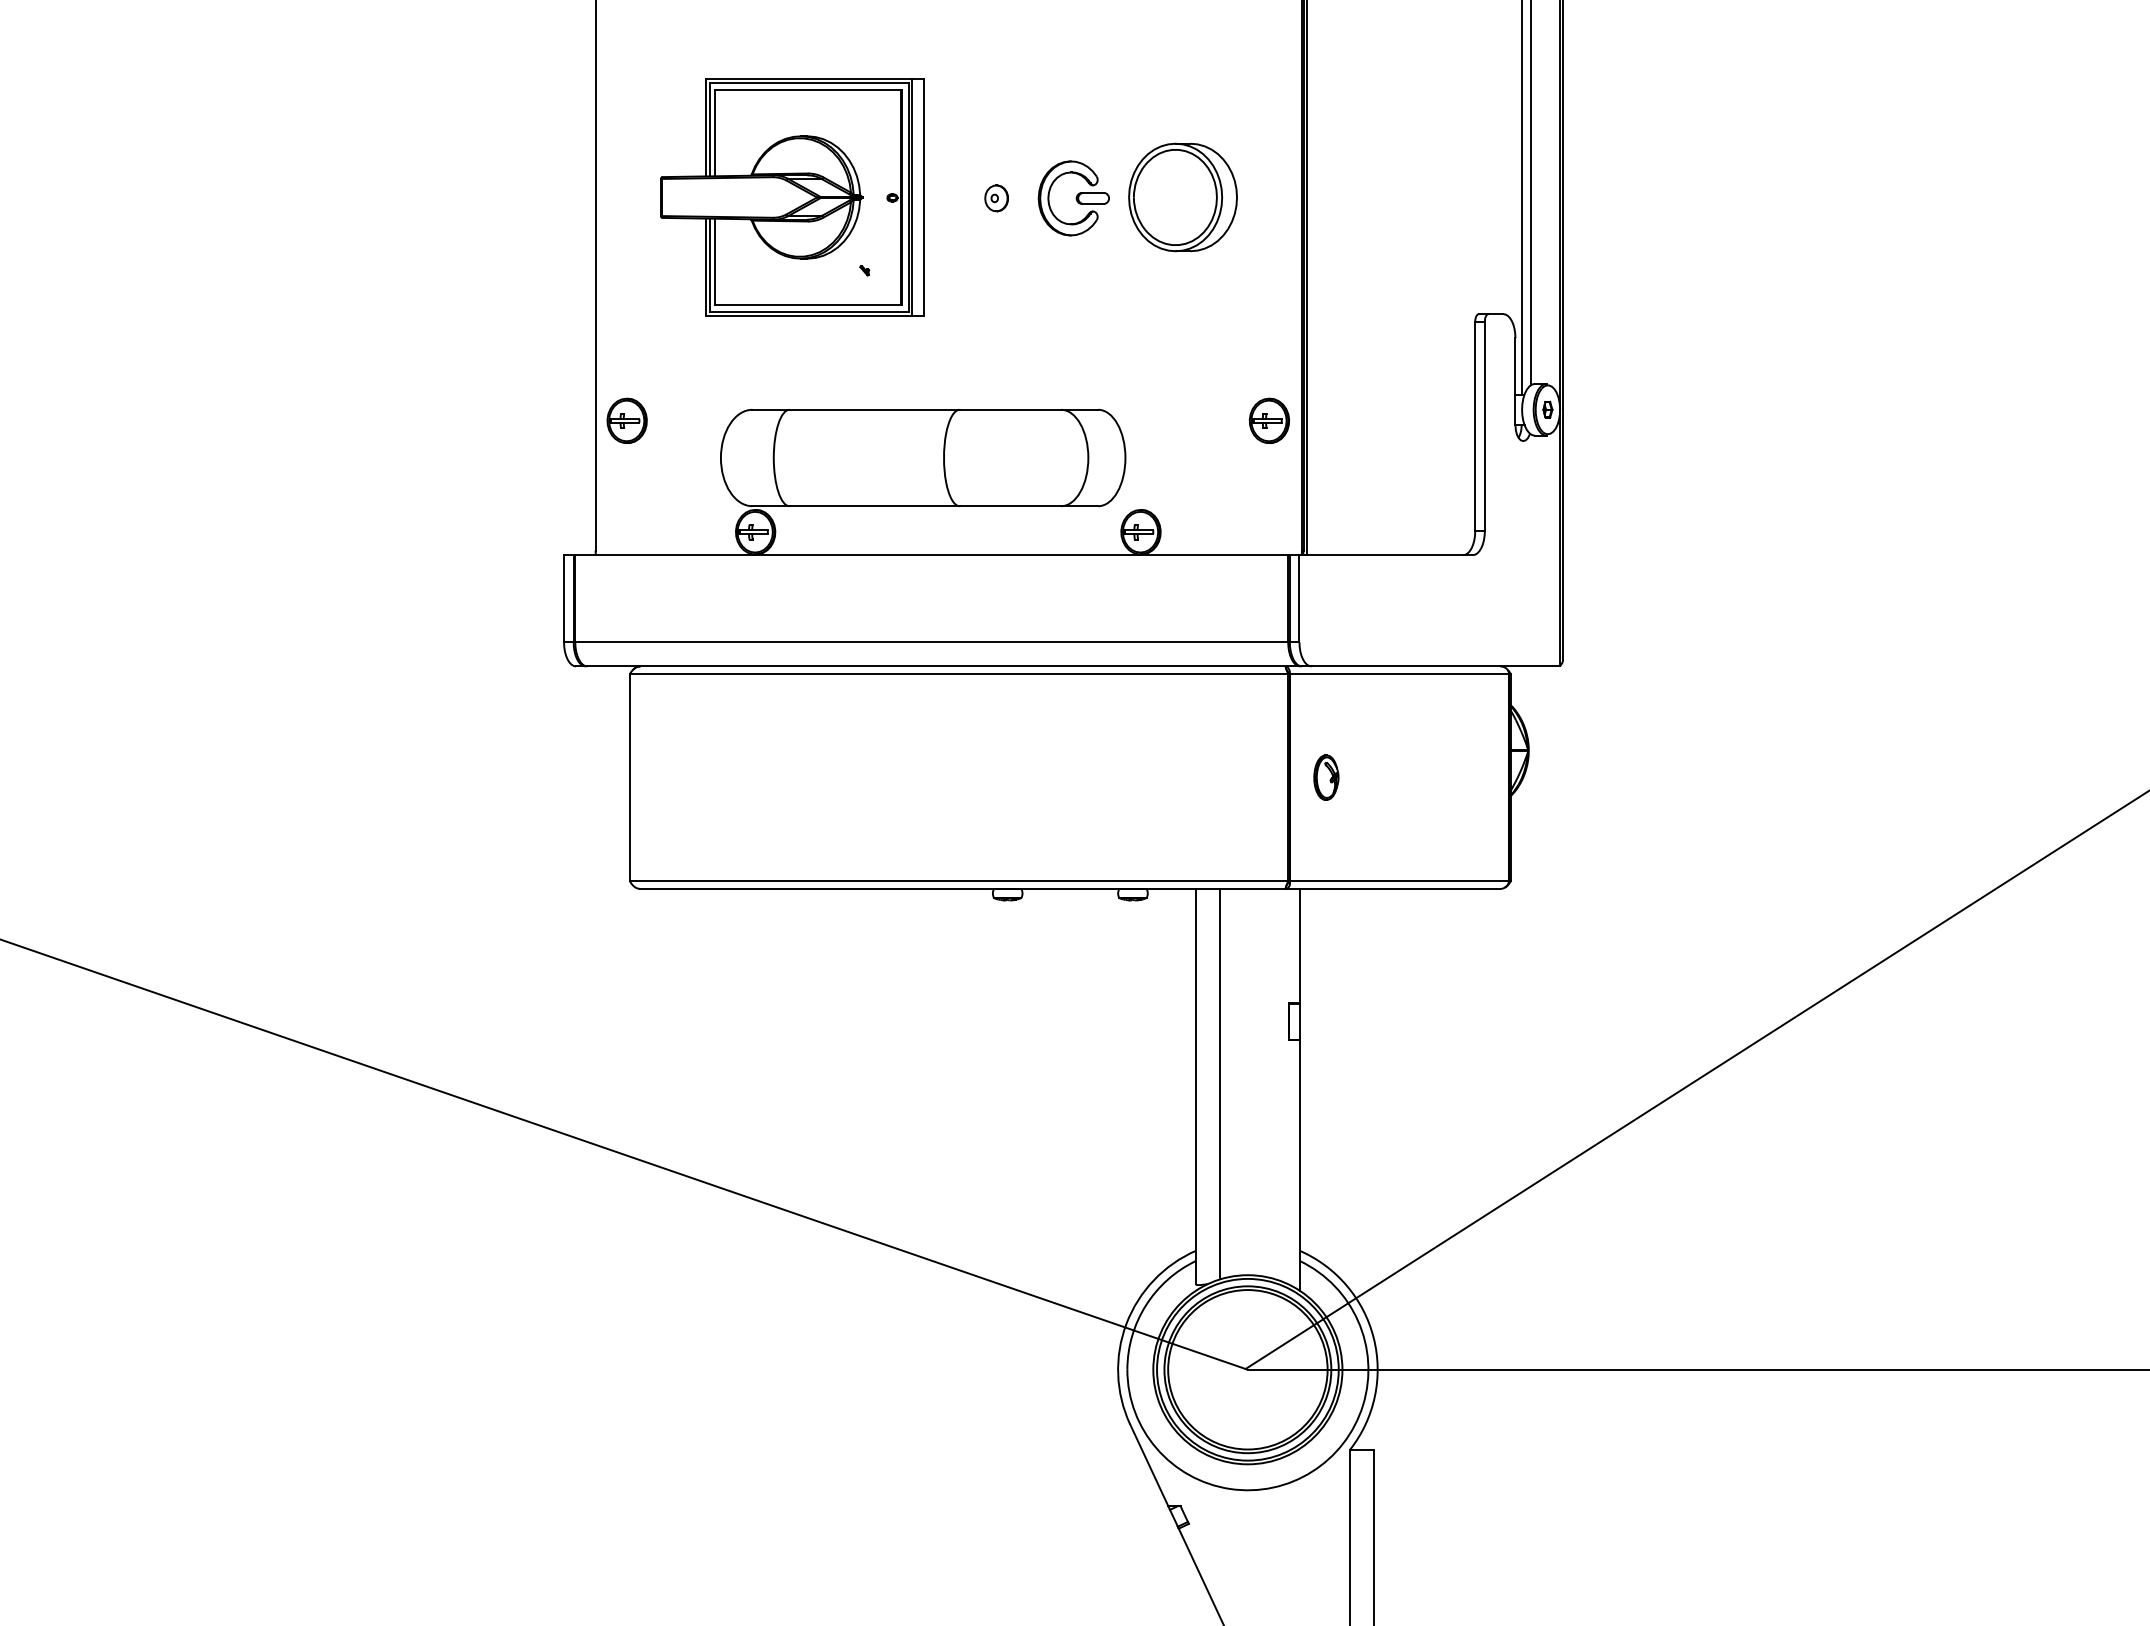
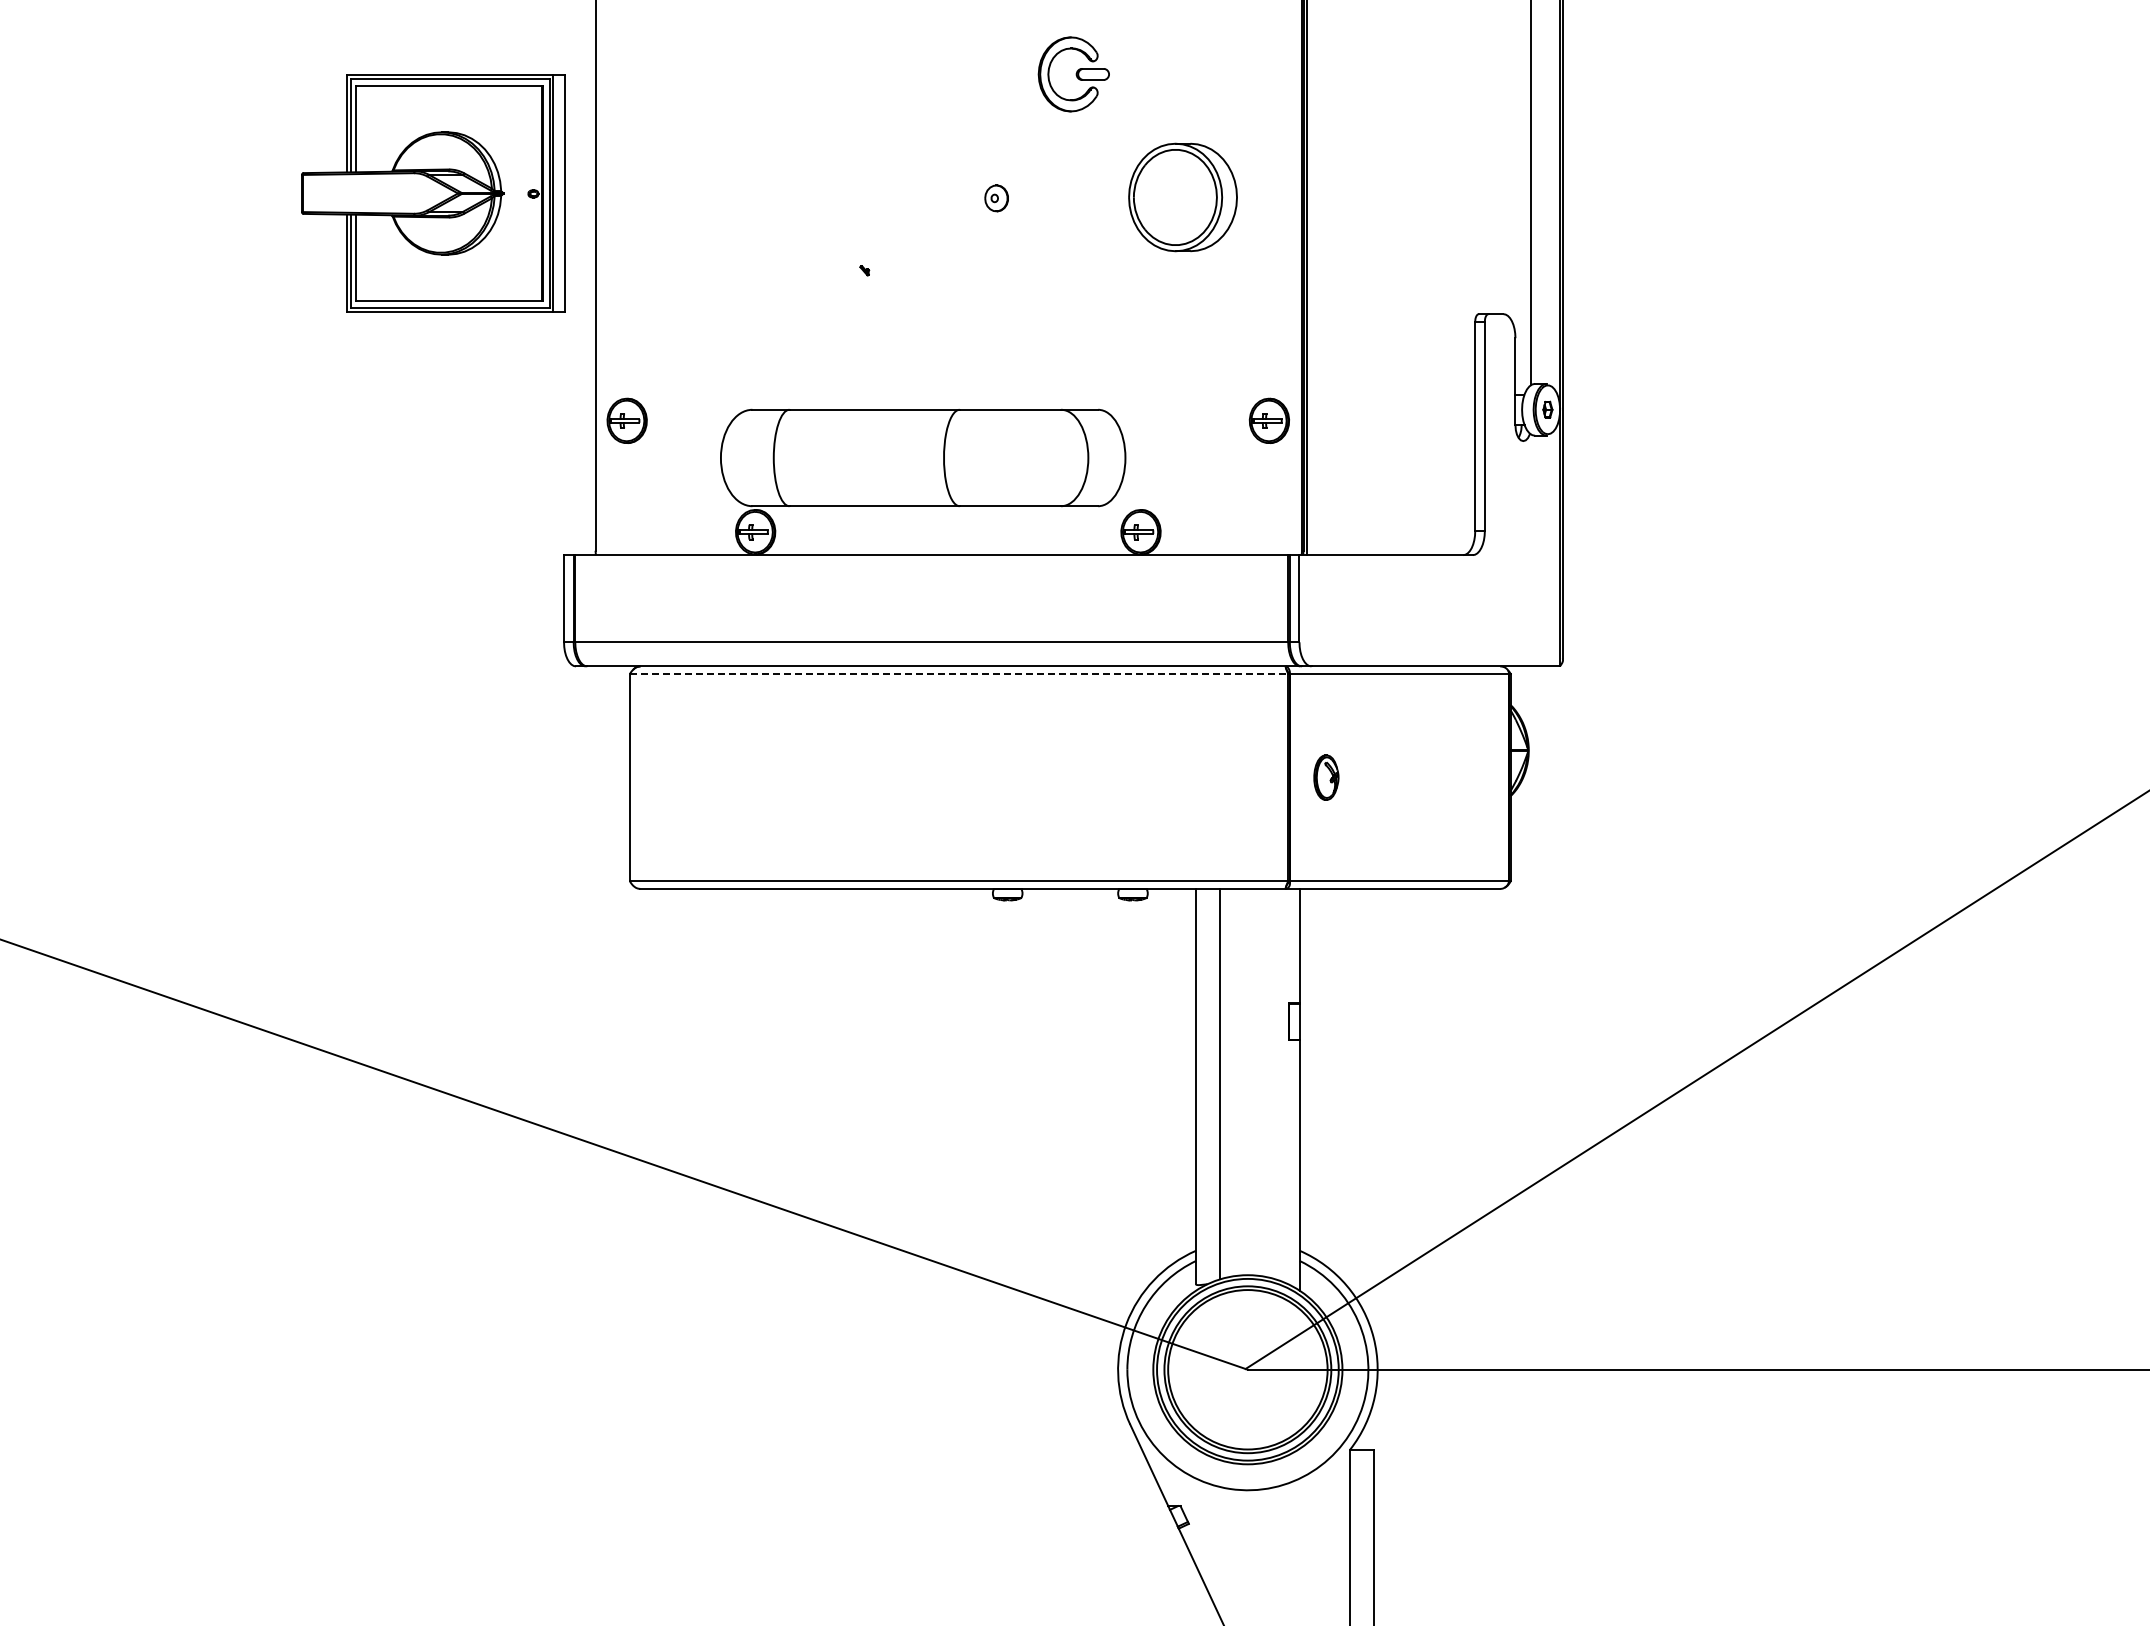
part at (792, 197) position: (792, 197) -> (433, 193)
part at (1073, 198) position: (1073, 198) -> (1073, 74)
line at (1521, 198): present -> none
line at (959, 674): solid -> dashed
